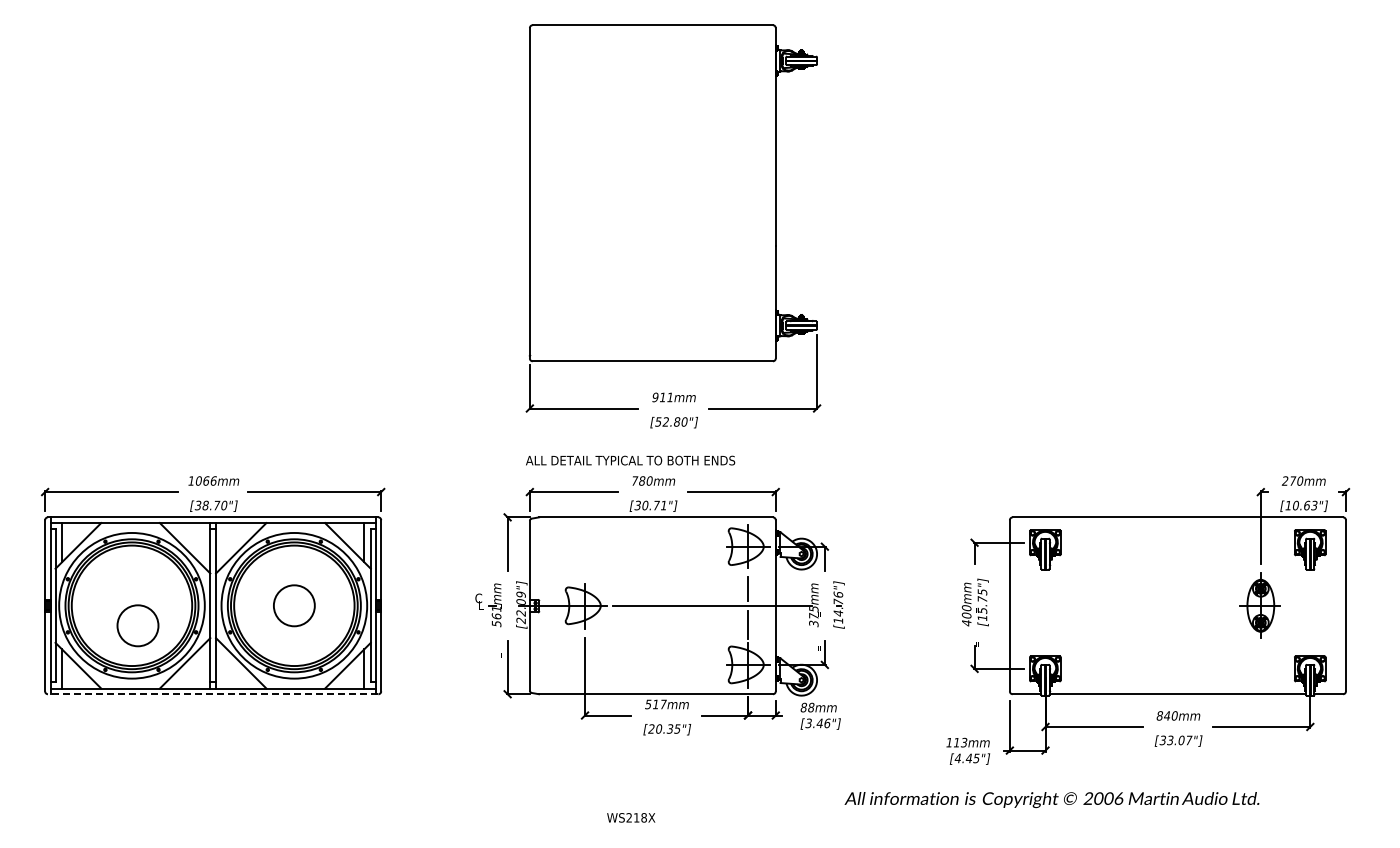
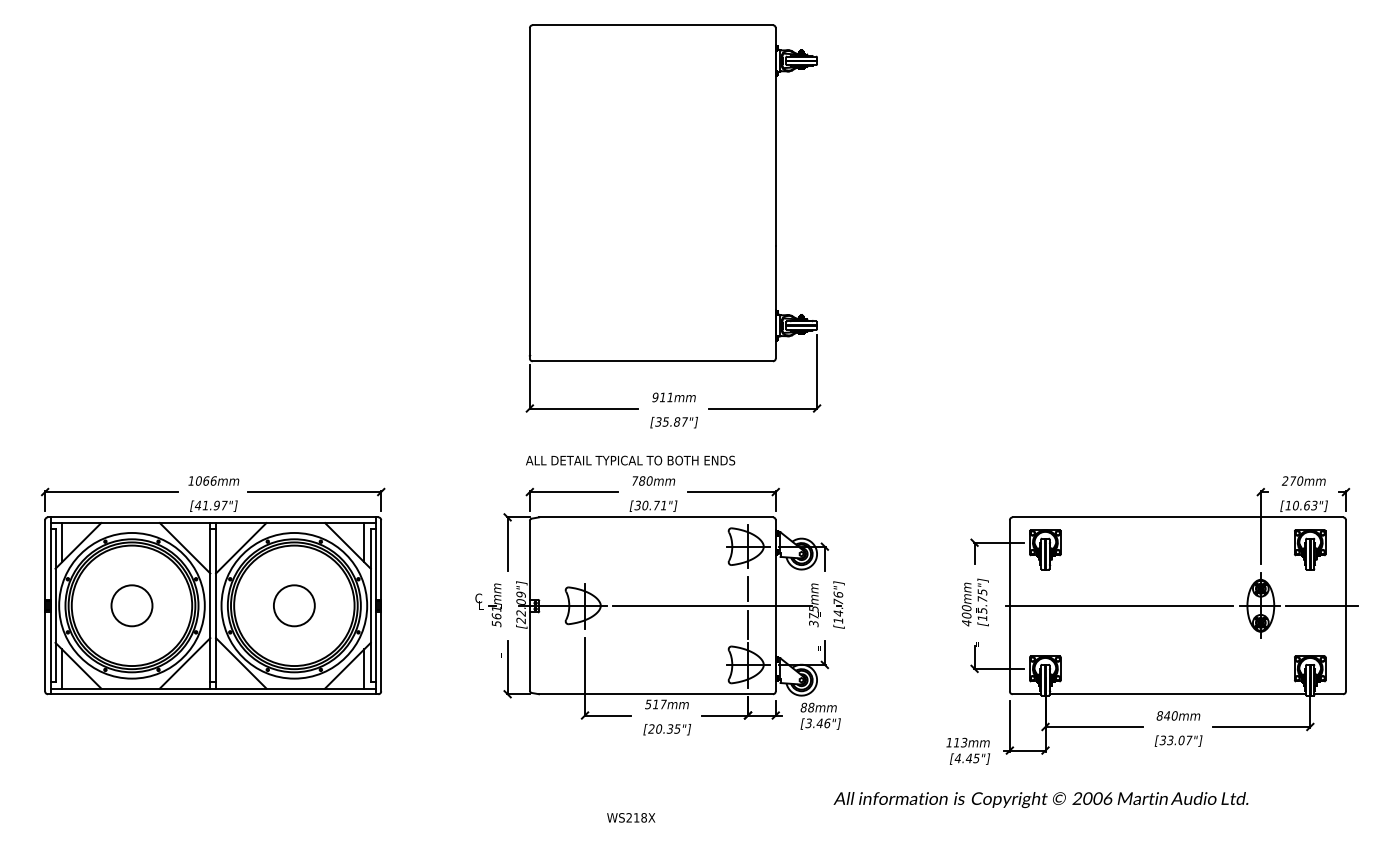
text at (671, 421): [52.80"] -> [35.87"]
text at (210, 505): [38.70"] -> [41.97"]
line at (1118, 605): none -> present
line at (1322, 605): none -> present
circle at (137, 625) position: (137, 625) -> (131, 605)
line at (212, 694): dashed -> solid
text at (1051, 800) position: (1051, 800) -> (1040, 800)
